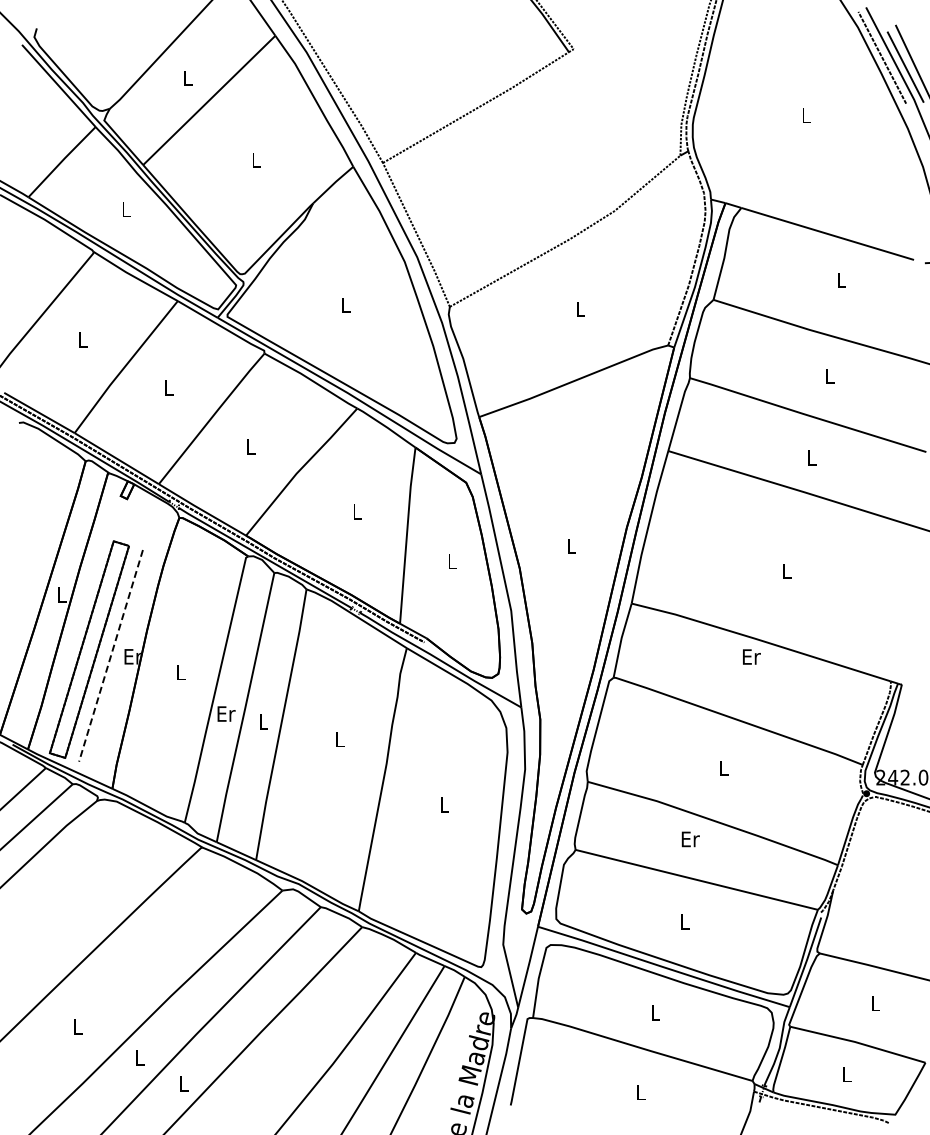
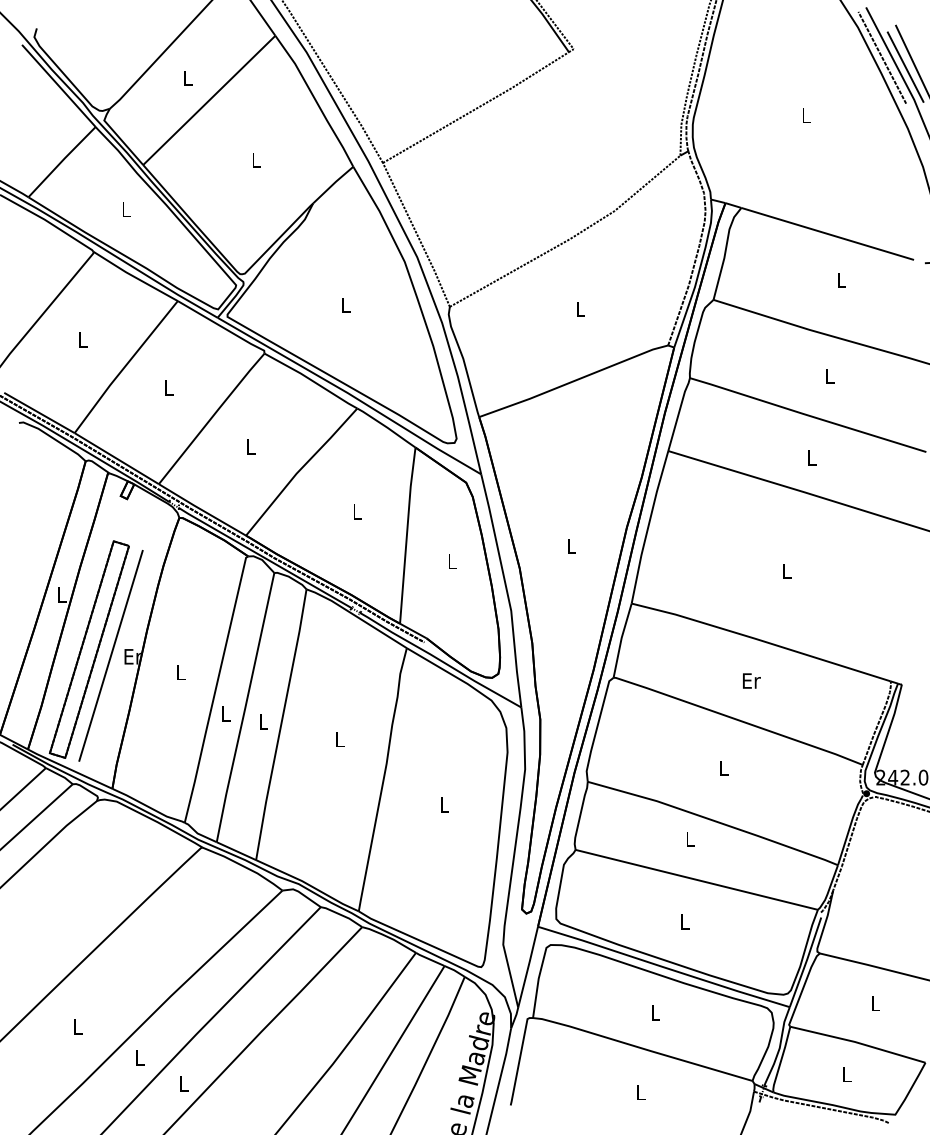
line at (111, 655): dashed -> solid
text at (751, 656) position: (751, 656) -> (751, 680)
text at (226, 713): Er -> L
text at (690, 839): Er -> L
